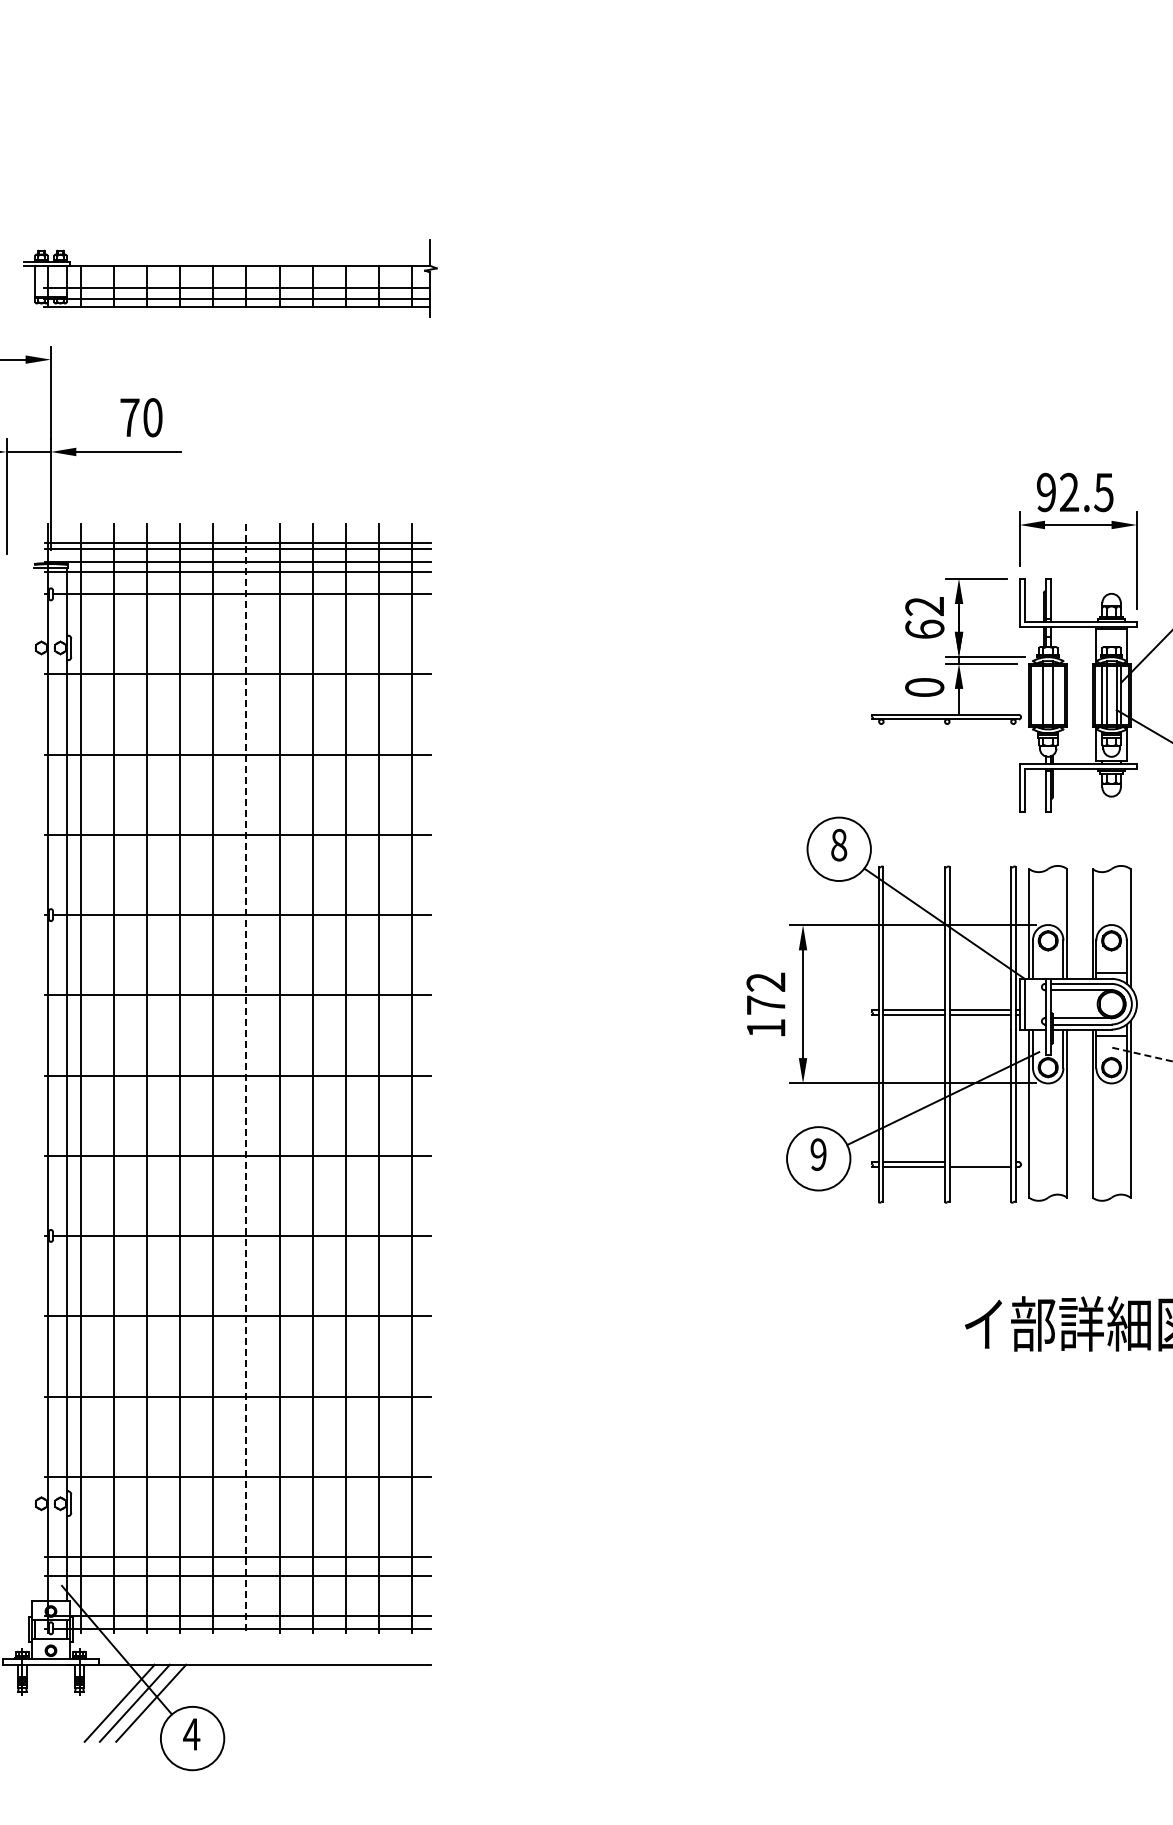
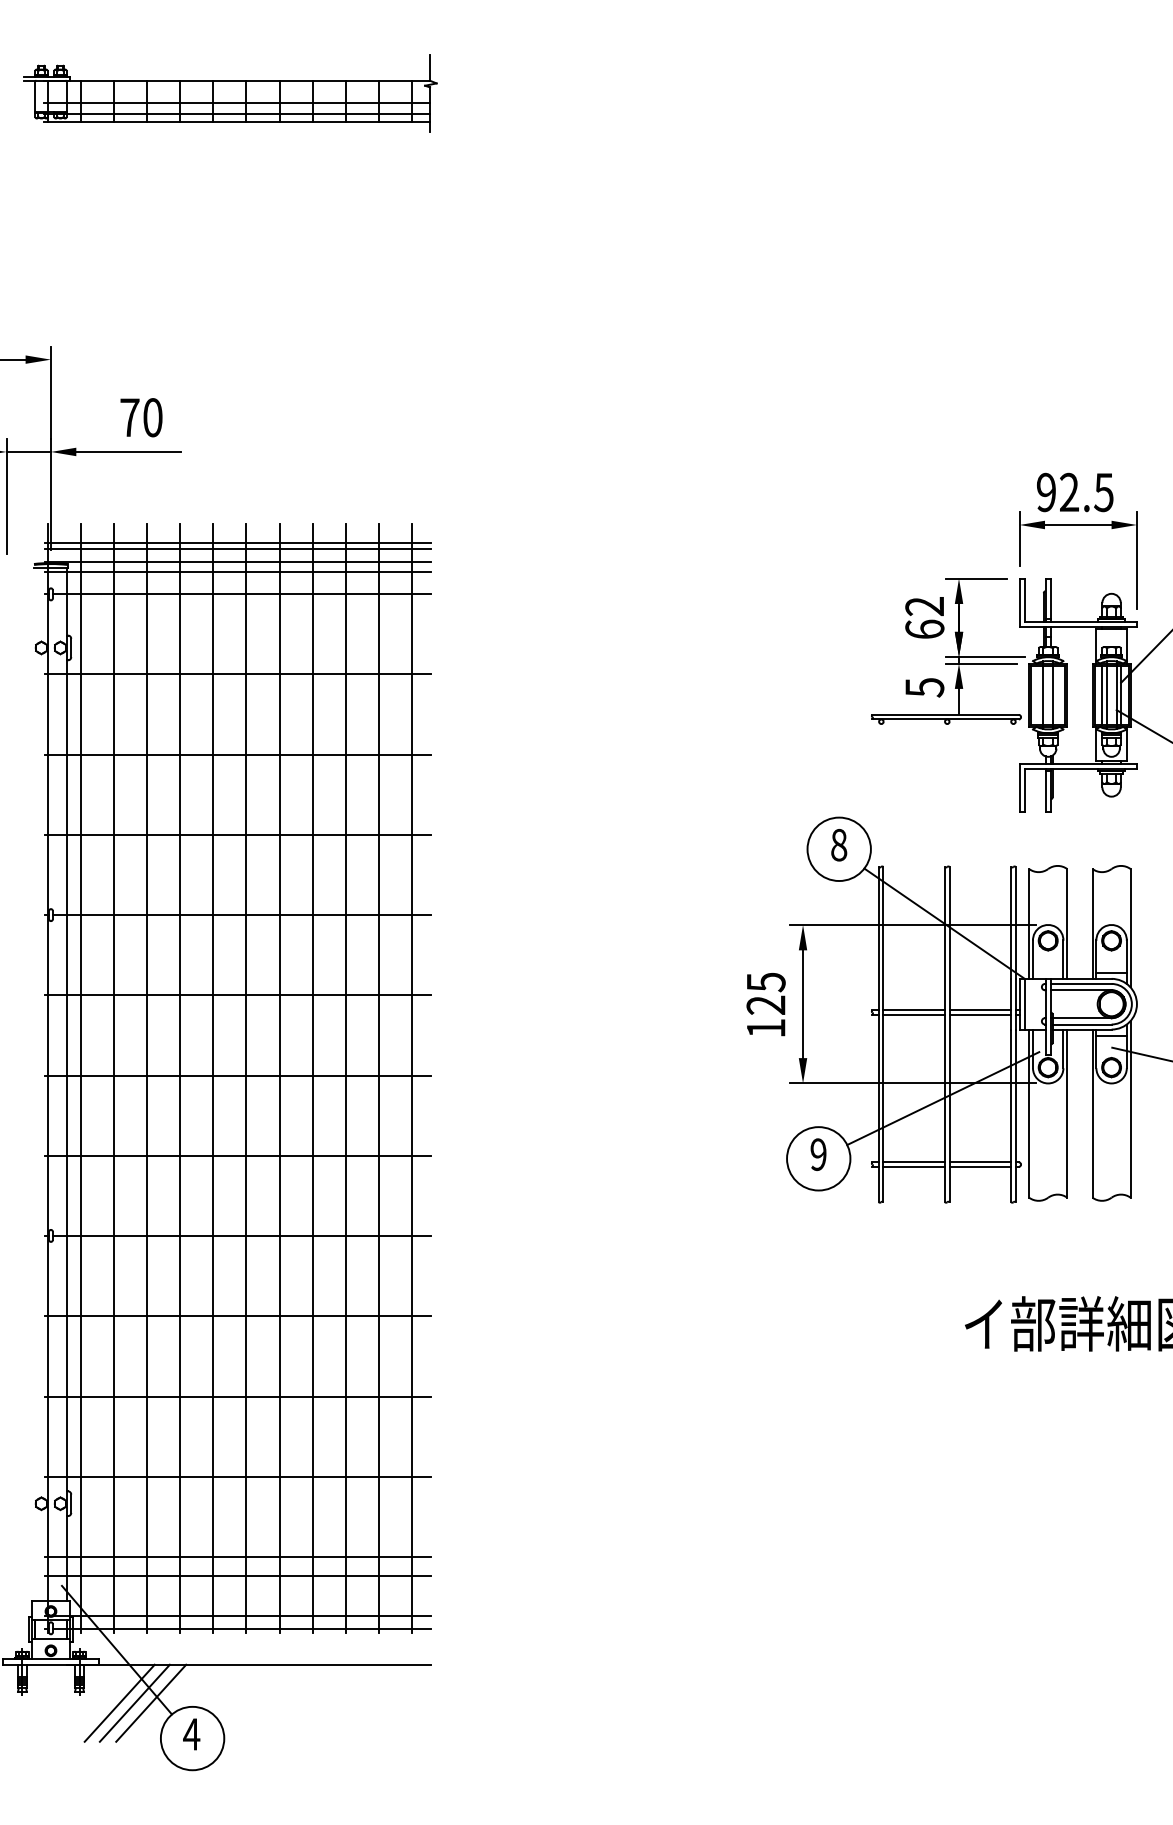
part at (230, 278) position: (230, 278) -> (230, 93)
text at (924, 687): 0 -> 5
text at (765, 993): 172 -> 125
line at (1142, 1054): dashed -> solid
line at (246, 1078): dashed -> solid
line at (980, 1162): none -> present
